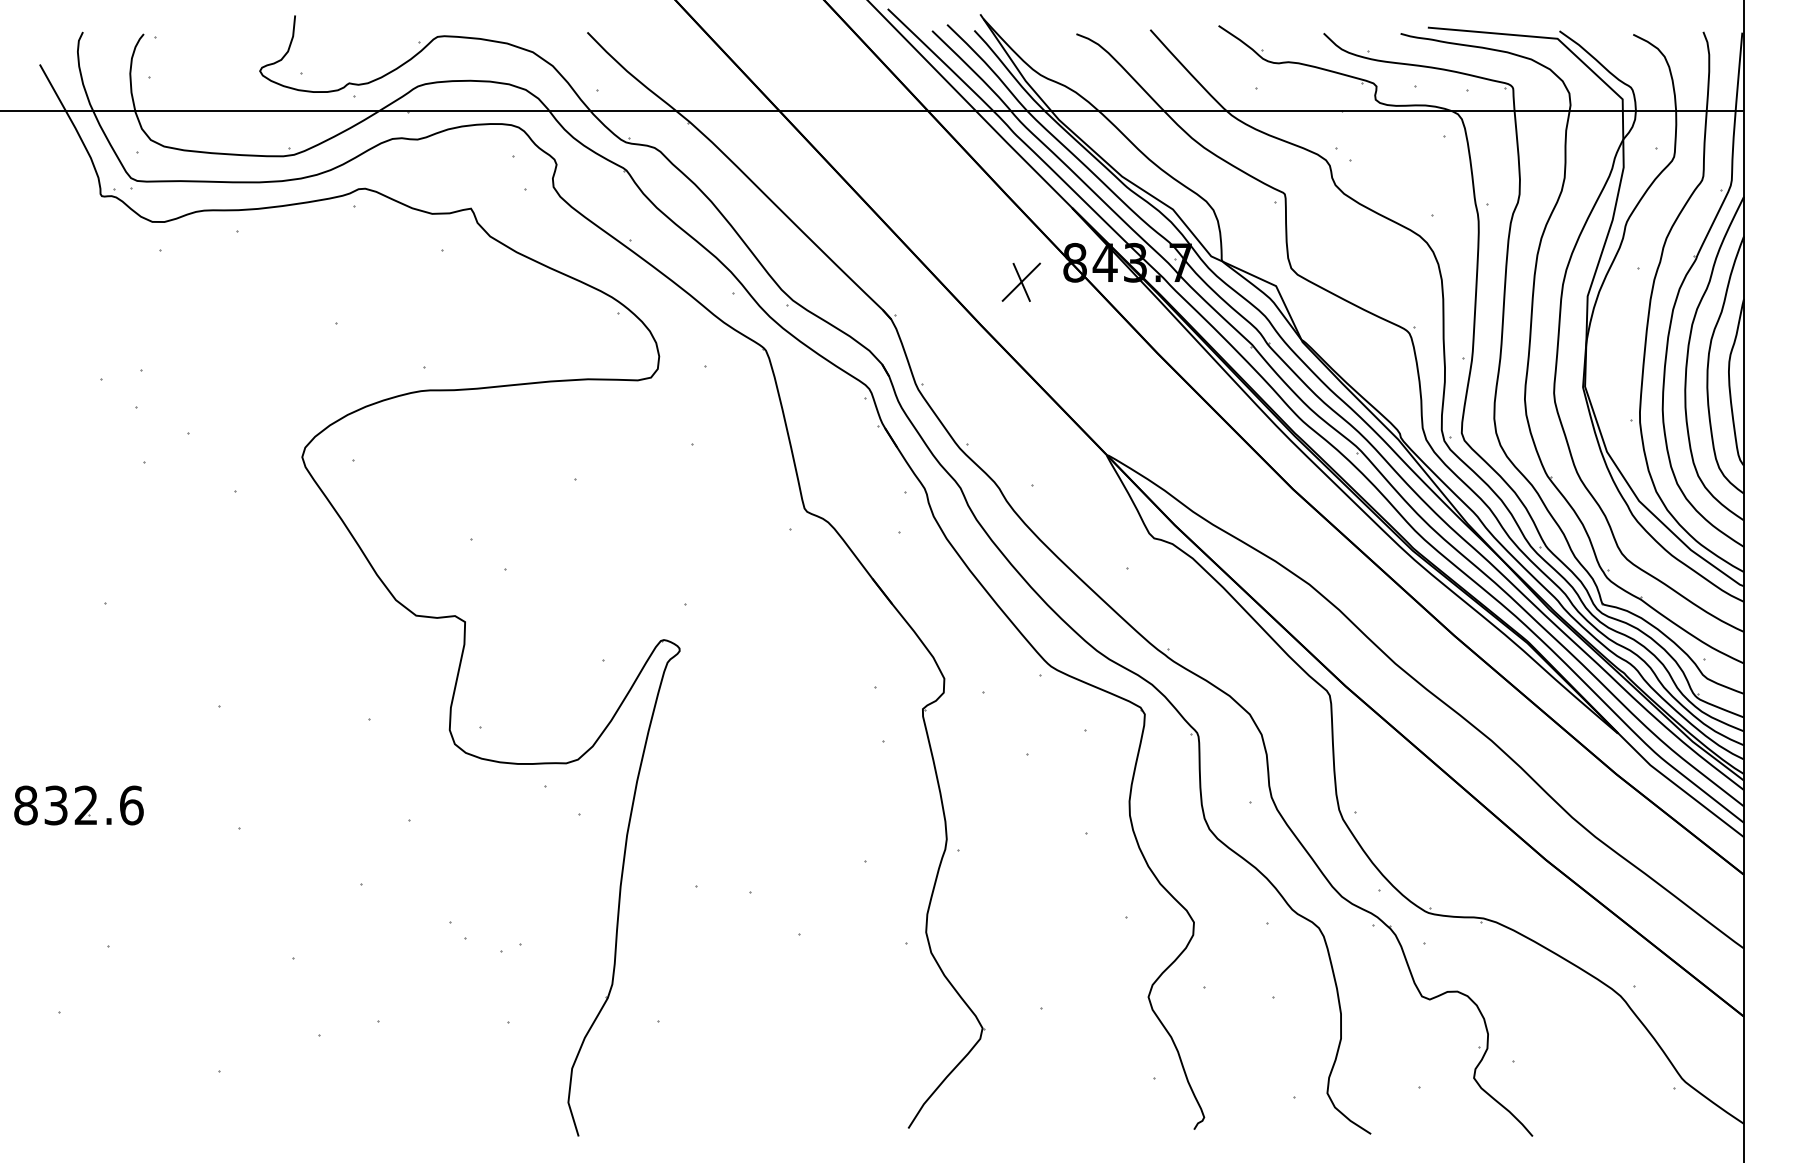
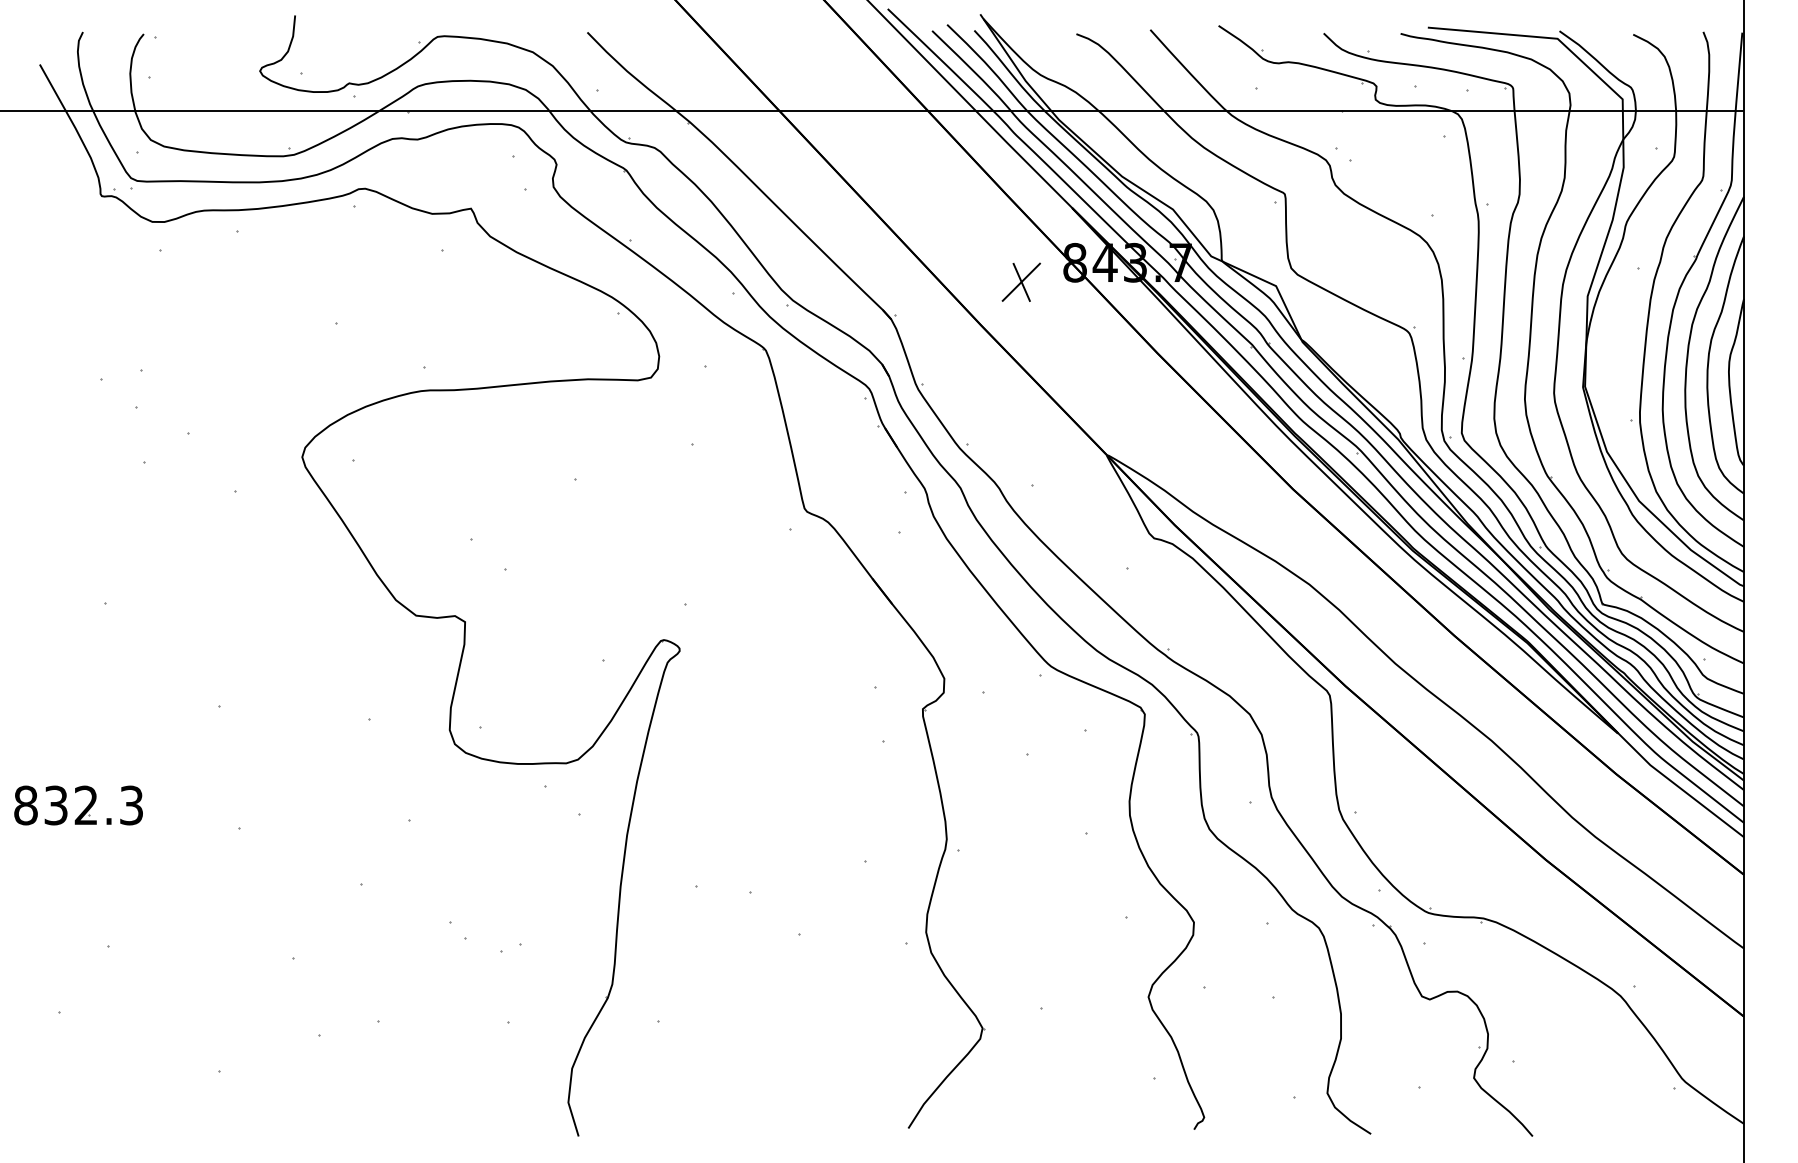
text at (131, 805): 832.6 -> 832.3
